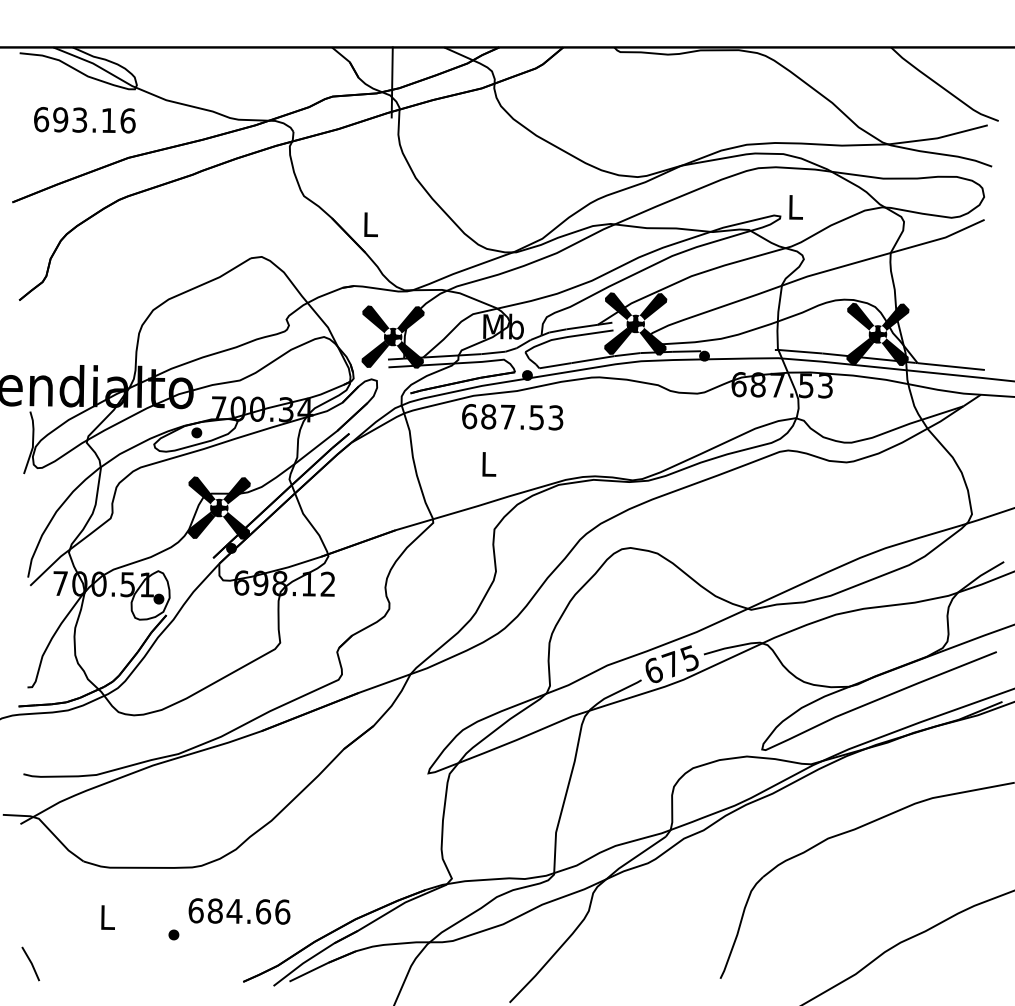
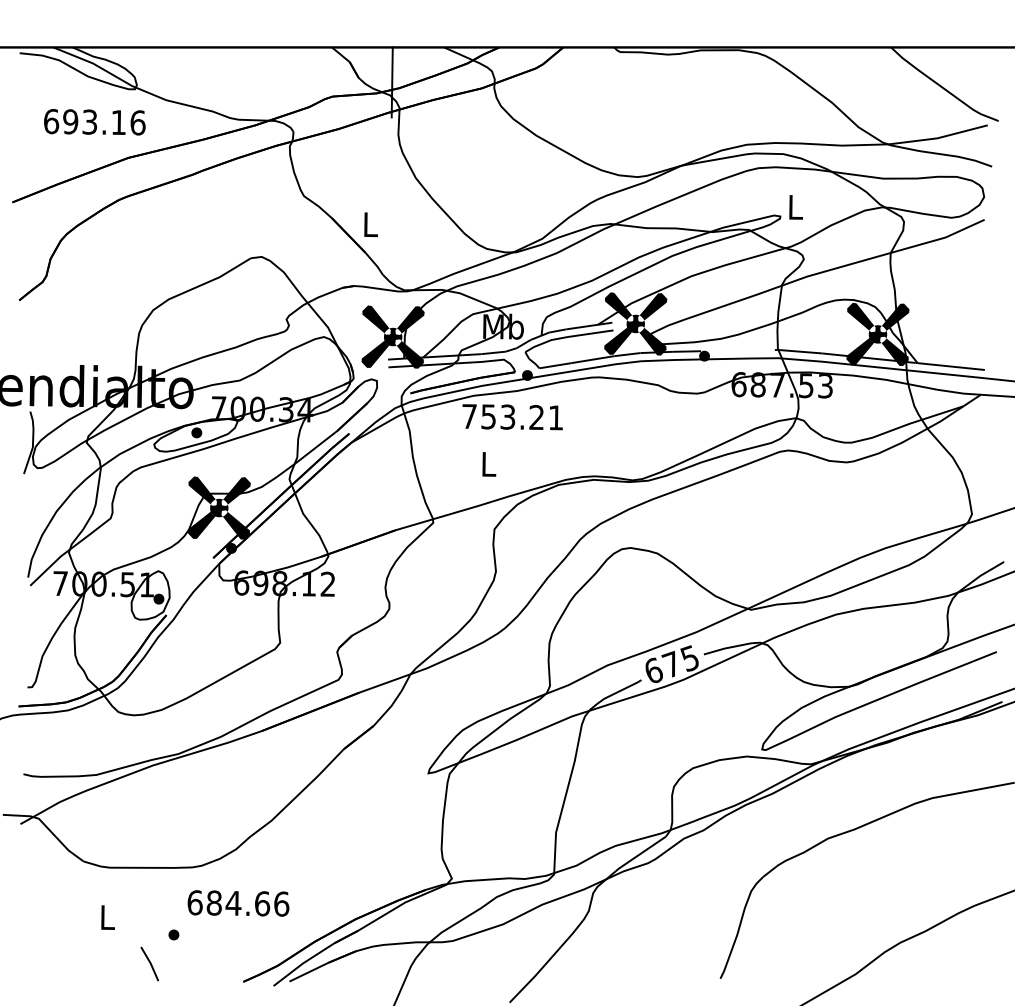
text at (84, 120) position: (84, 120) -> (94, 122)
text at (512, 417): 687.53 -> 753.21
text at (239, 911) position: (239, 911) -> (238, 903)
line at (30, 963) position: (30, 963) -> (149, 963)
